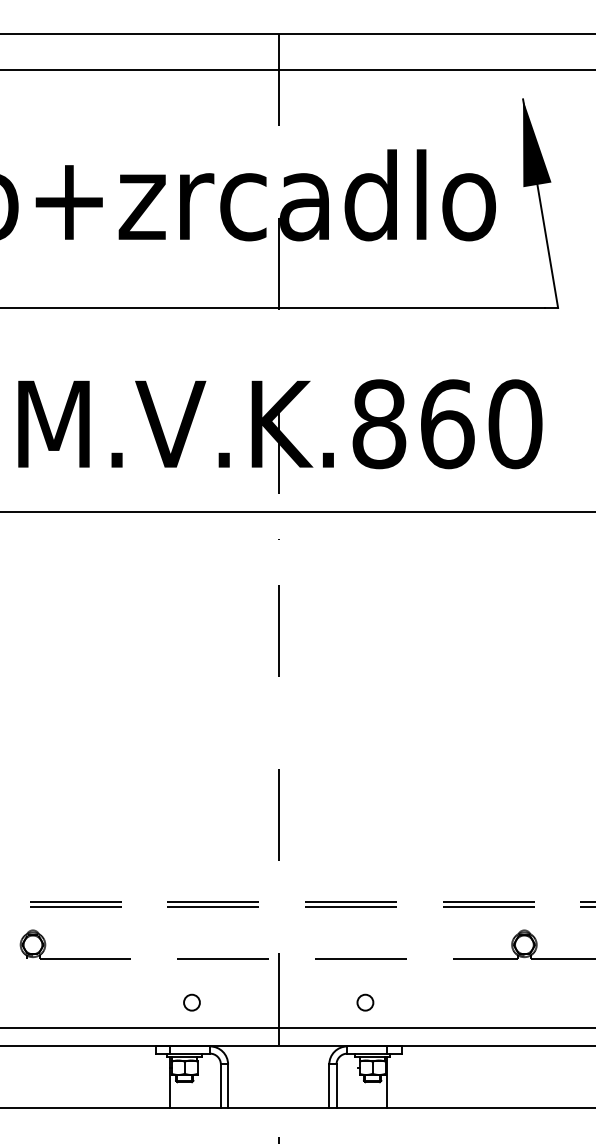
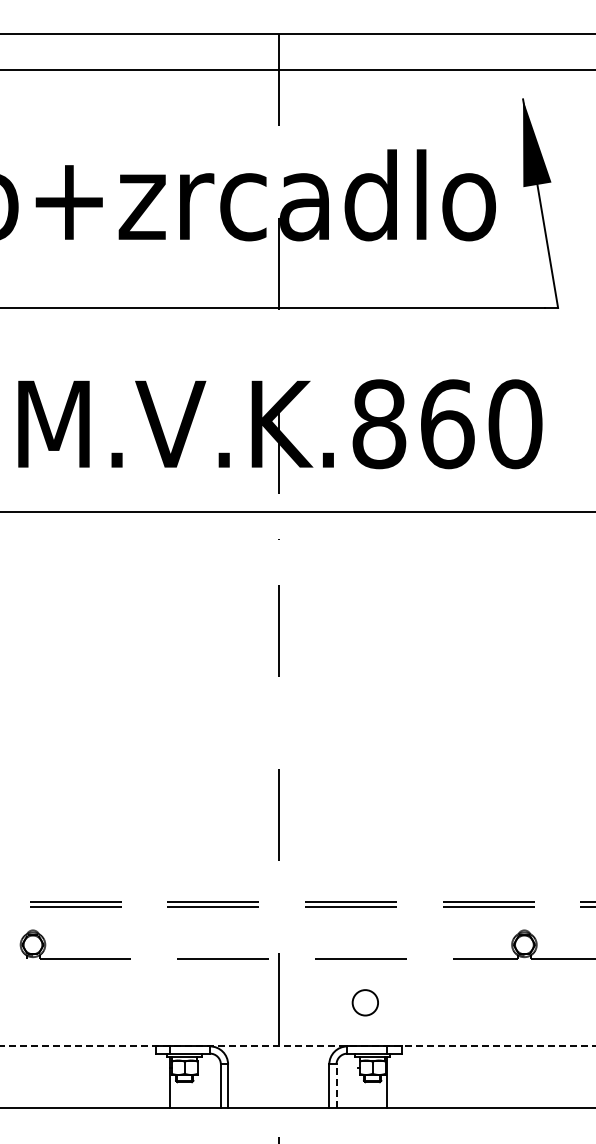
circle at (191, 1002): present -> none
circle at (365, 1002) size: 19x19 px -> 28x28 px
line at (297, 1027): present -> none
line at (298, 1046): solid -> dashed
line at (336, 1086): solid -> dashed
